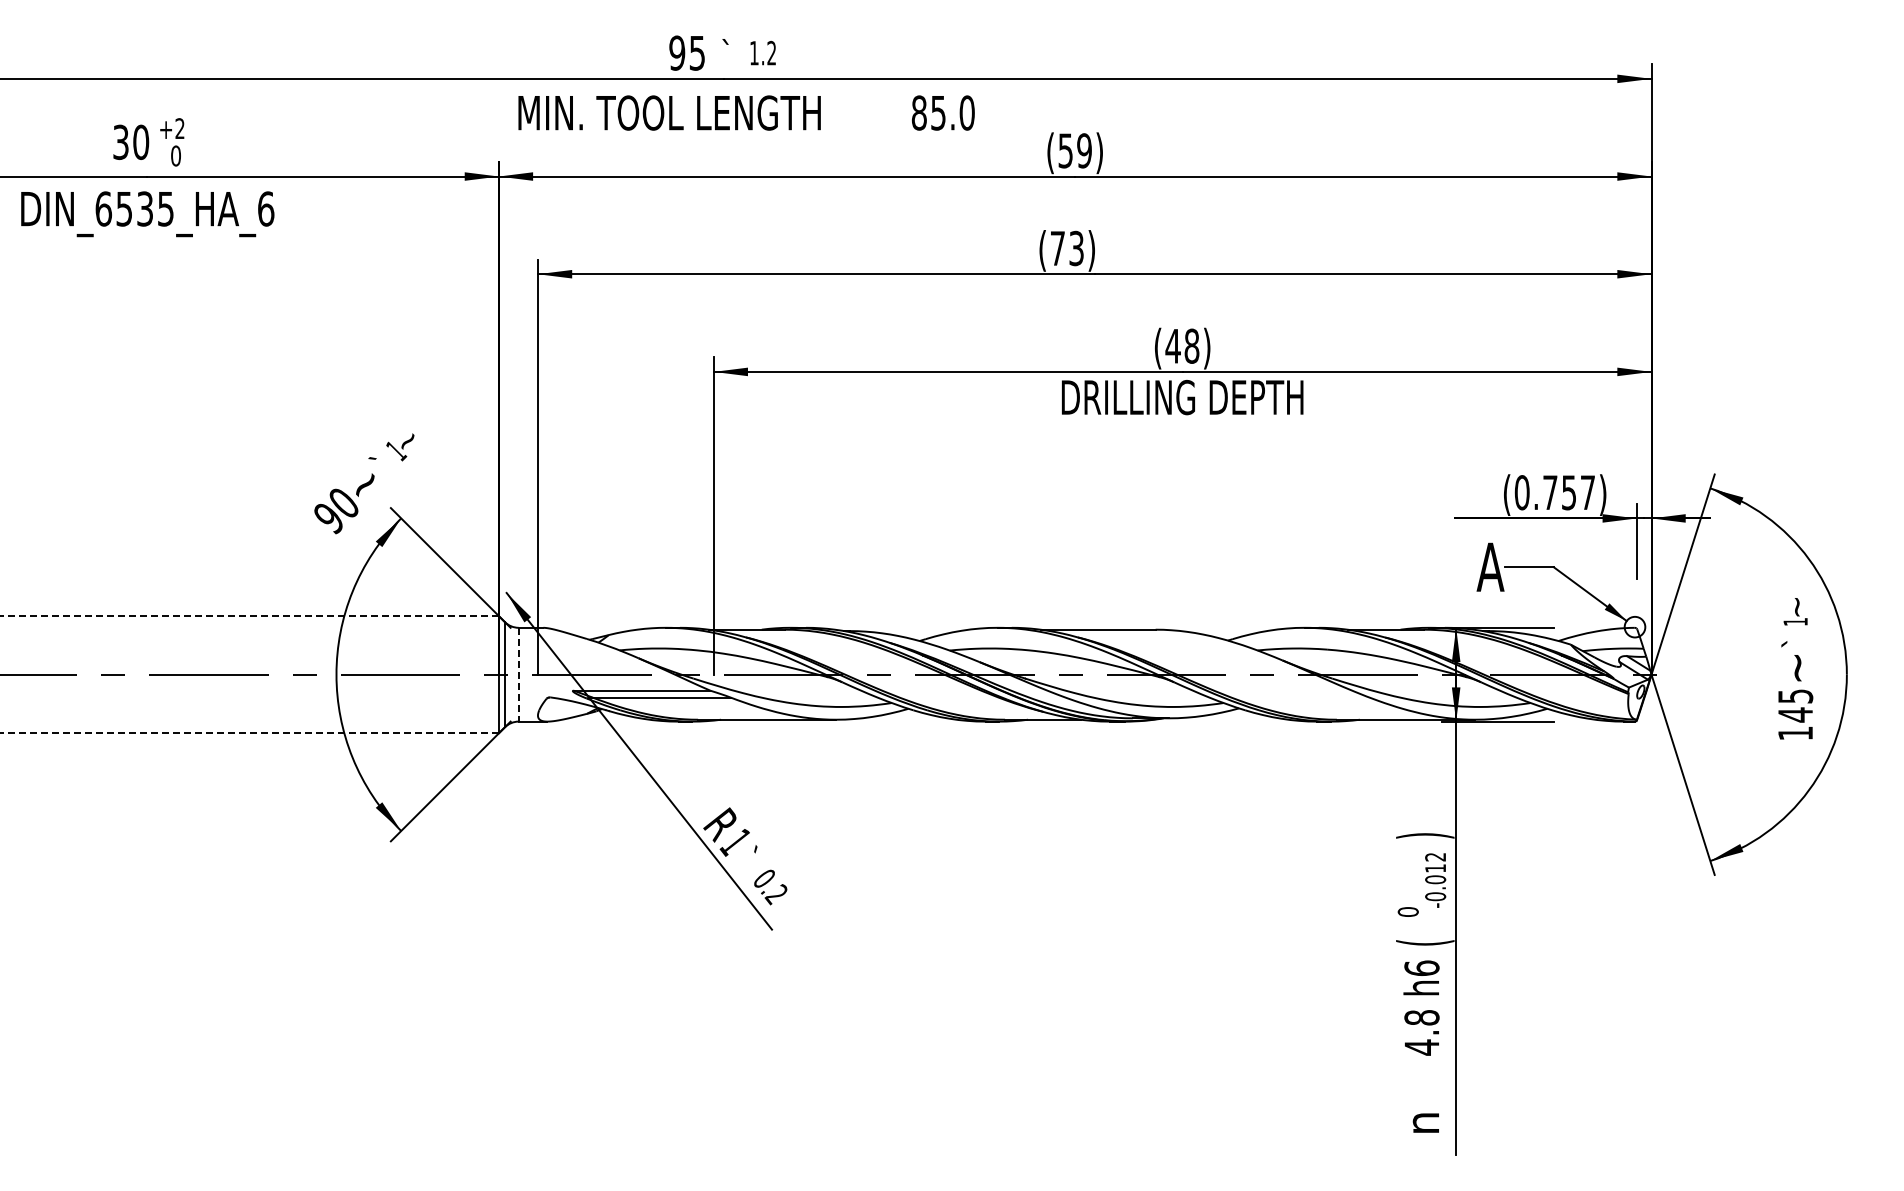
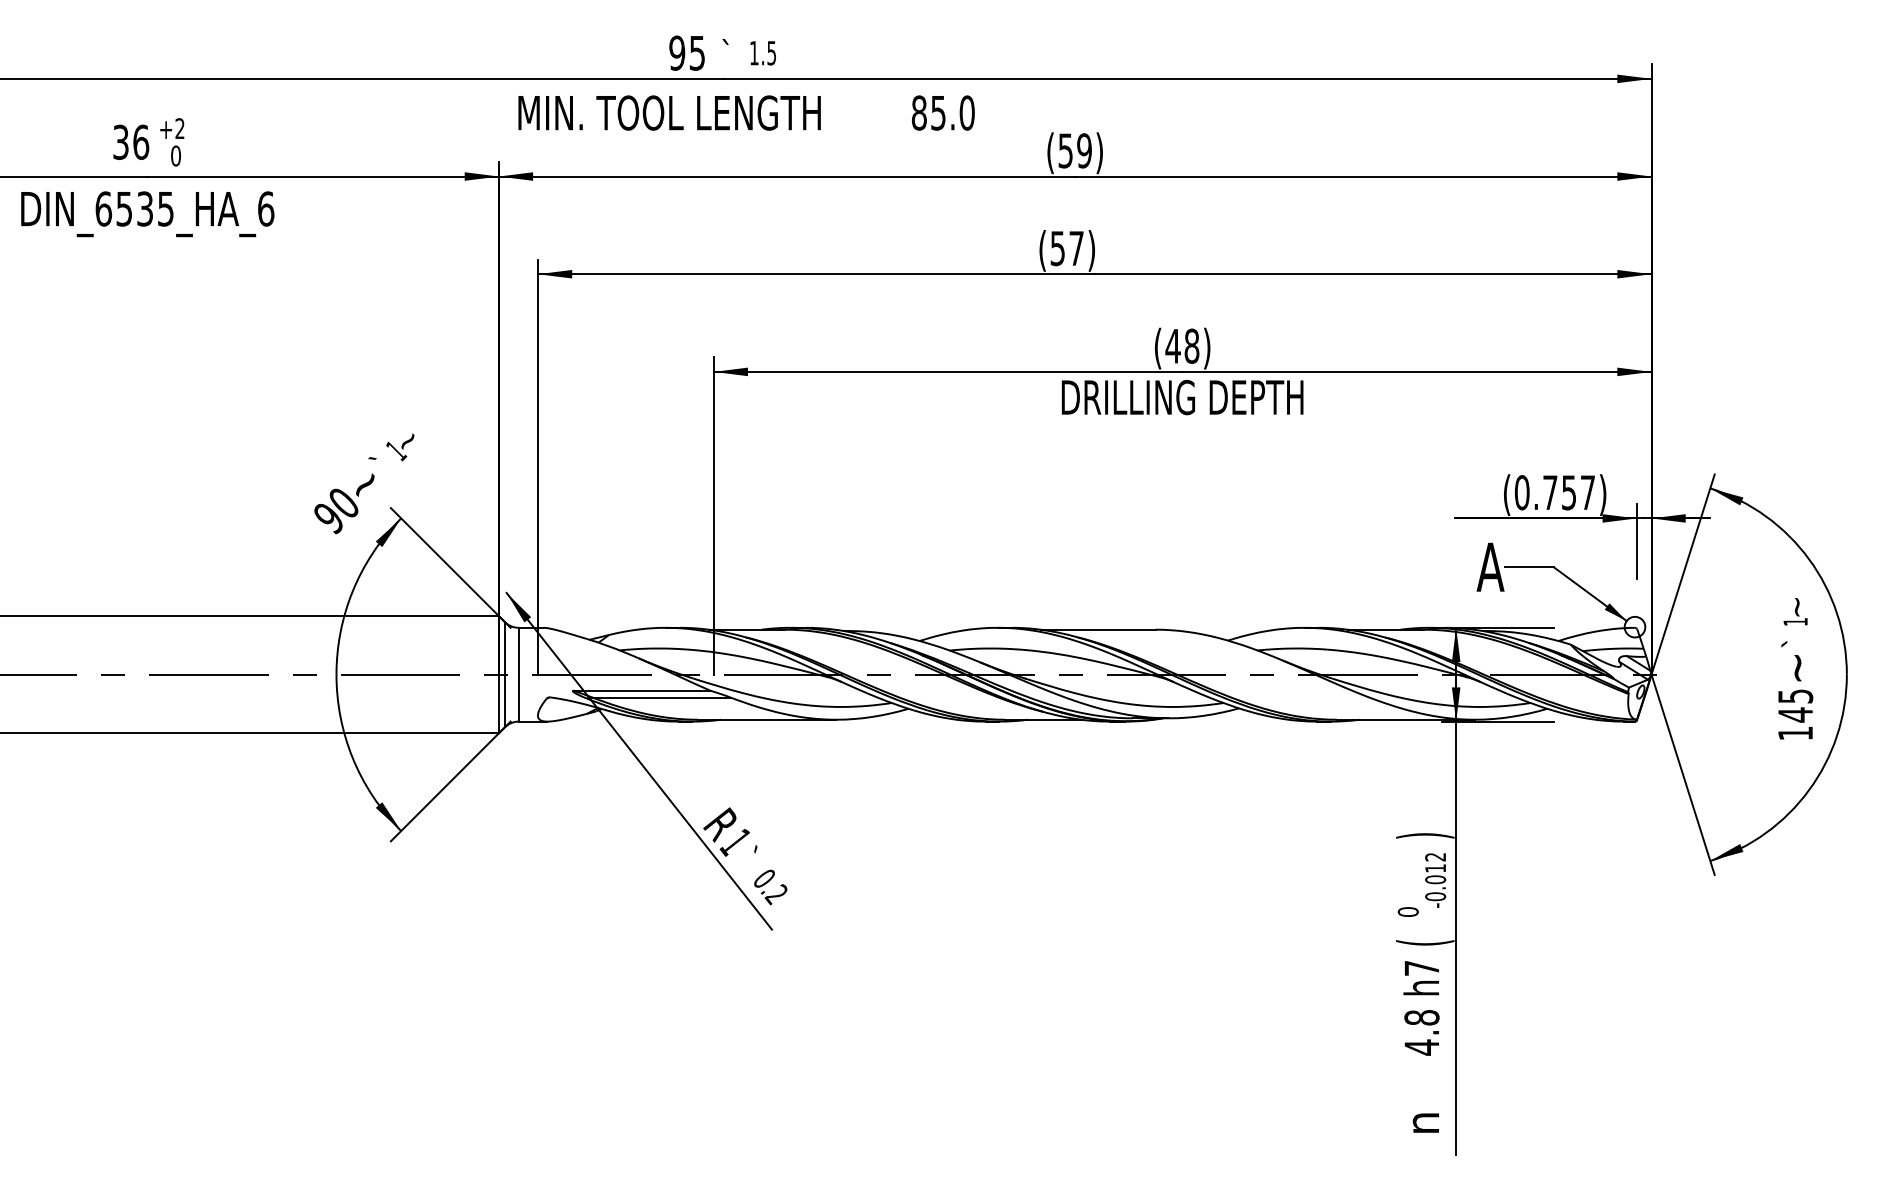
text at (771, 52): 1.2 -> 1.5
text at (141, 141): 30 -> 36
text at (1066, 248): (73) -> (57)
line at (249, 616): dashed -> solid
line at (518, 674): dashed -> solid
line at (249, 733): dashed -> solid
text at (1421, 967): h6 -> h7
